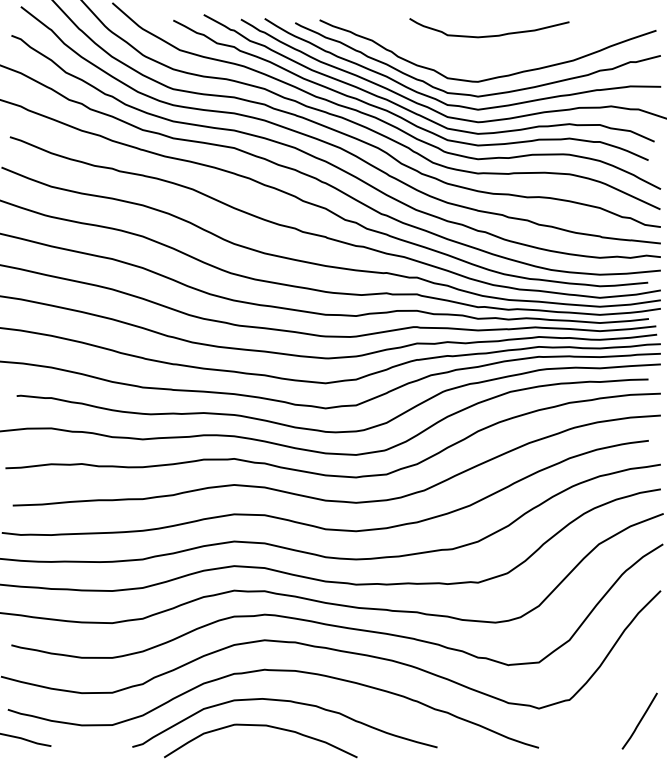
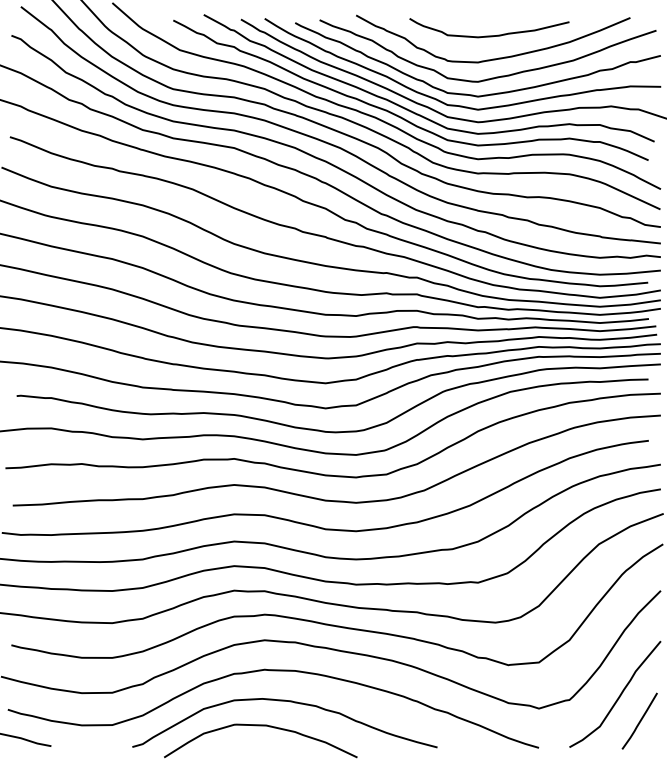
curve at (498, 57): none -> present
curve at (619, 694): none -> present
